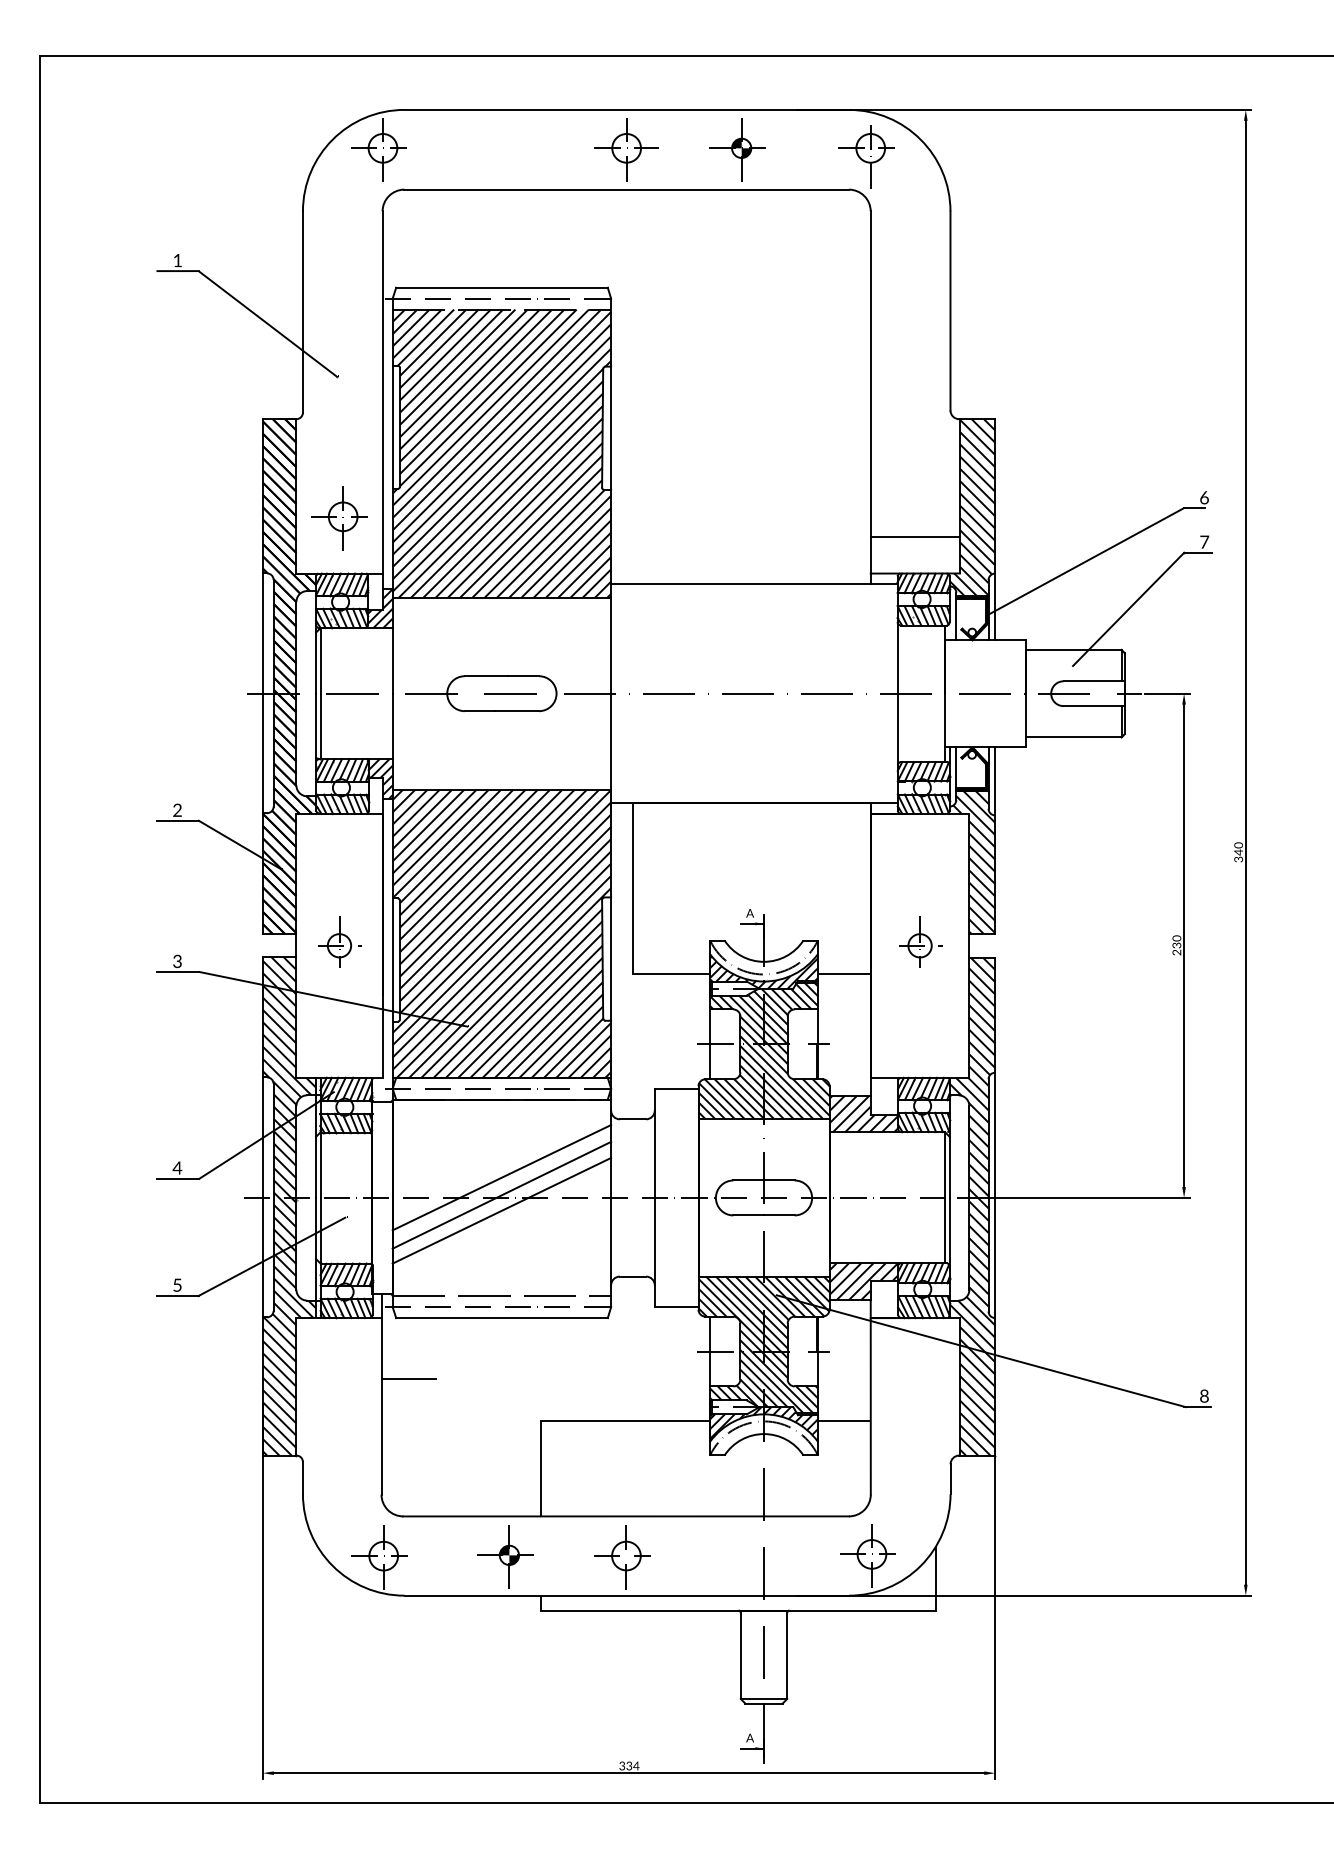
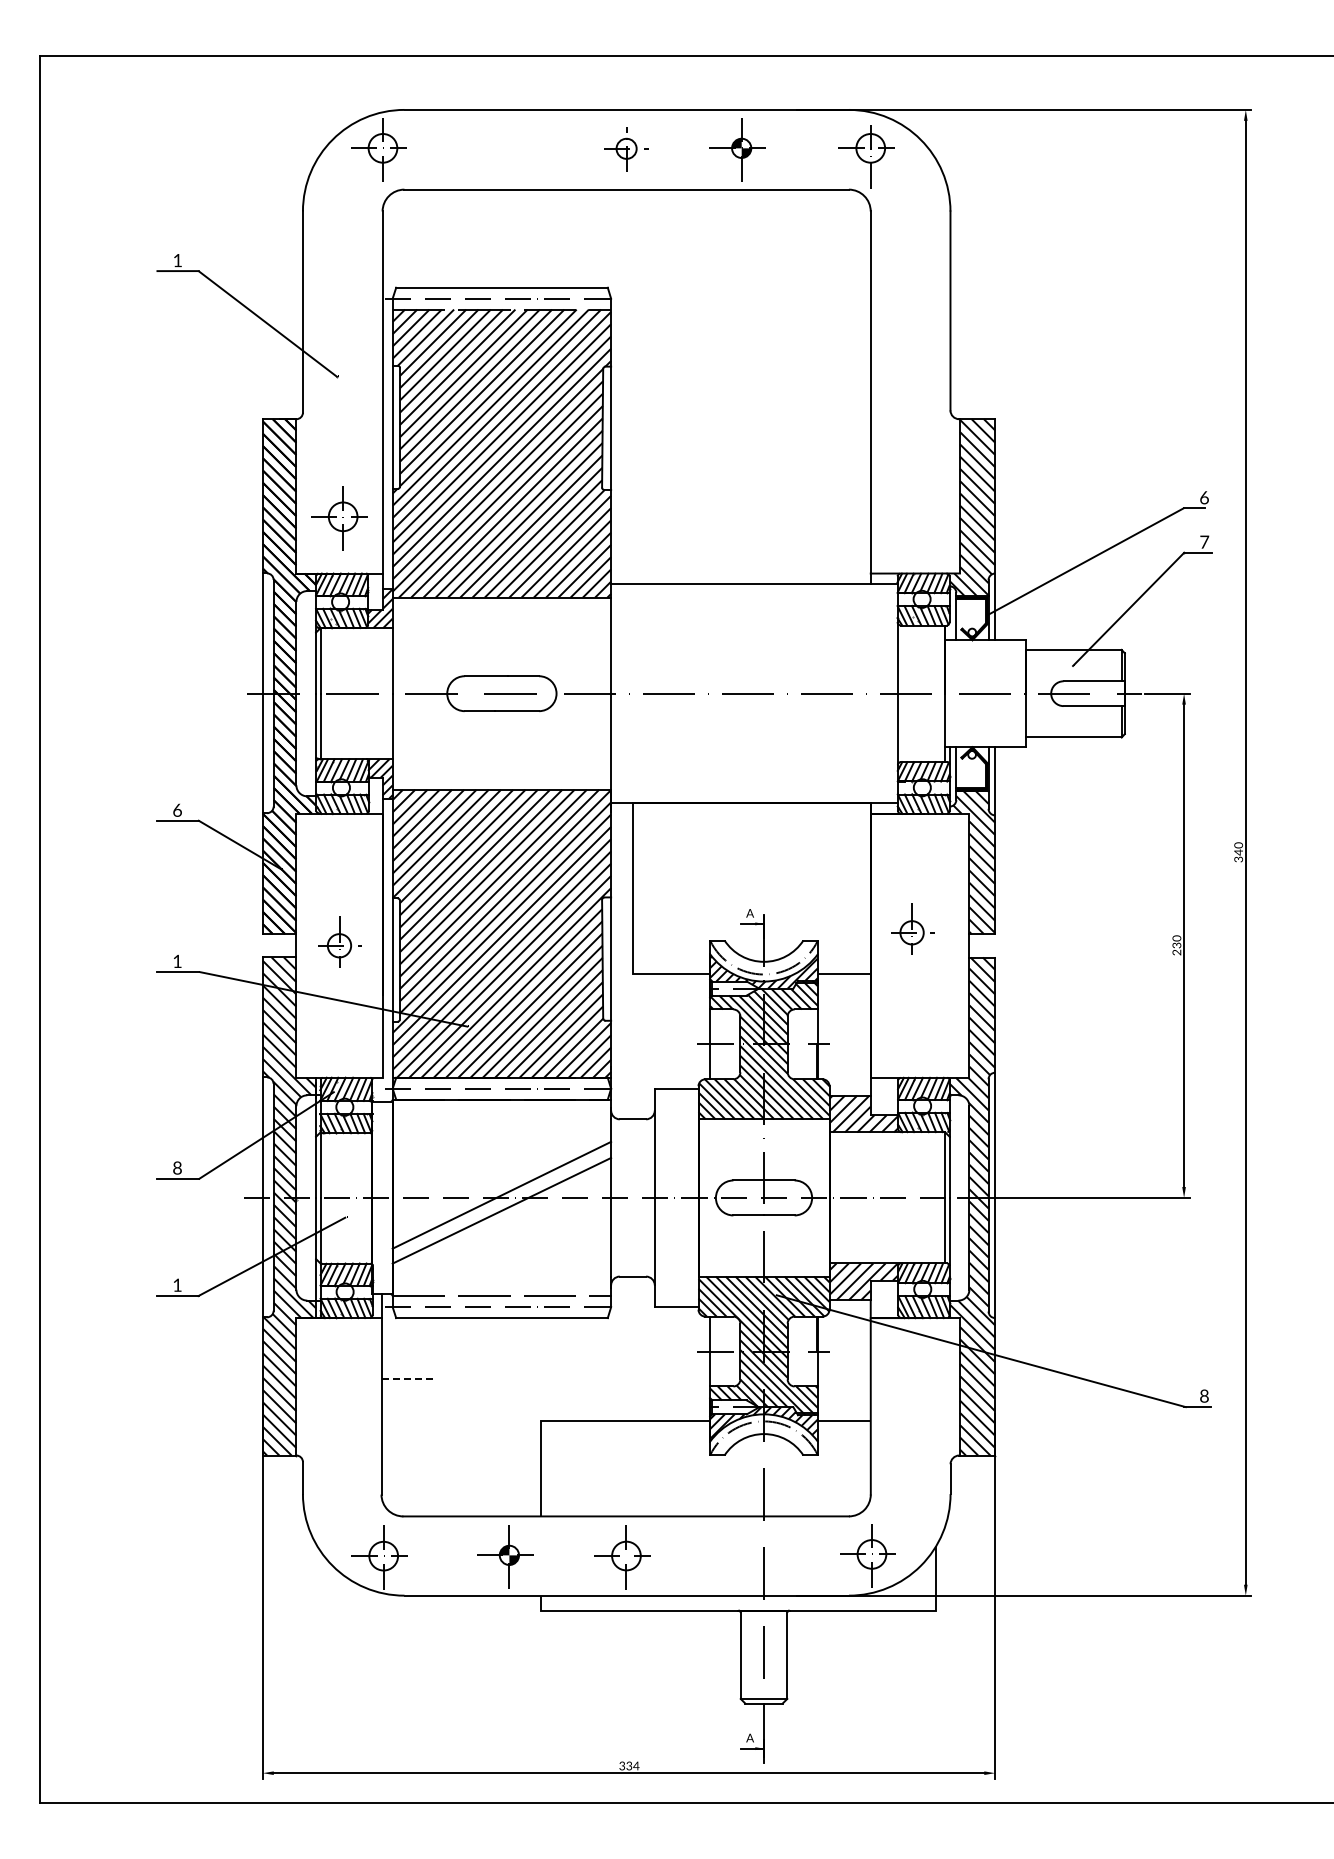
part at (626, 149) size: 65x64 px -> 45x45 px
line at (915, 536): present -> none
text at (177, 809): 2 -> 6
part at (920, 941) position: (920, 941) -> (912, 928)
text at (177, 961): 3 -> 1
text at (177, 1167): 4 -> 8
line at (501, 1177): present -> none
text at (177, 1284): 5 -> 1
line at (409, 1379): solid -> dashed
